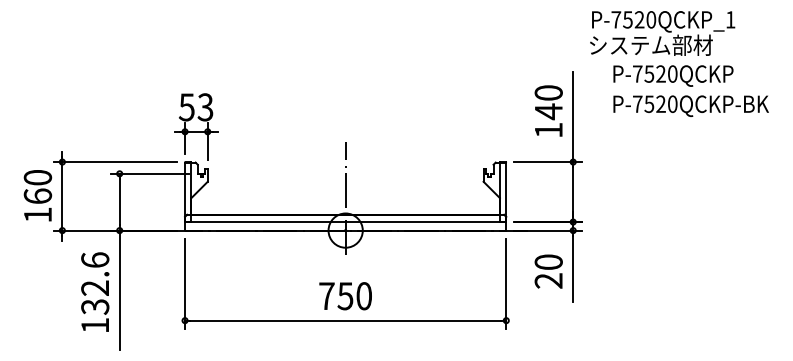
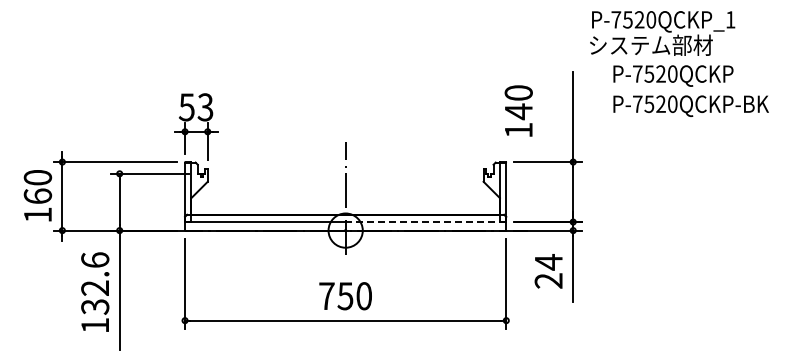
text at (548, 110) position: (548, 110) -> (518, 110)
line at (425, 222): solid -> dashed
text at (548, 262): 20 -> 24
